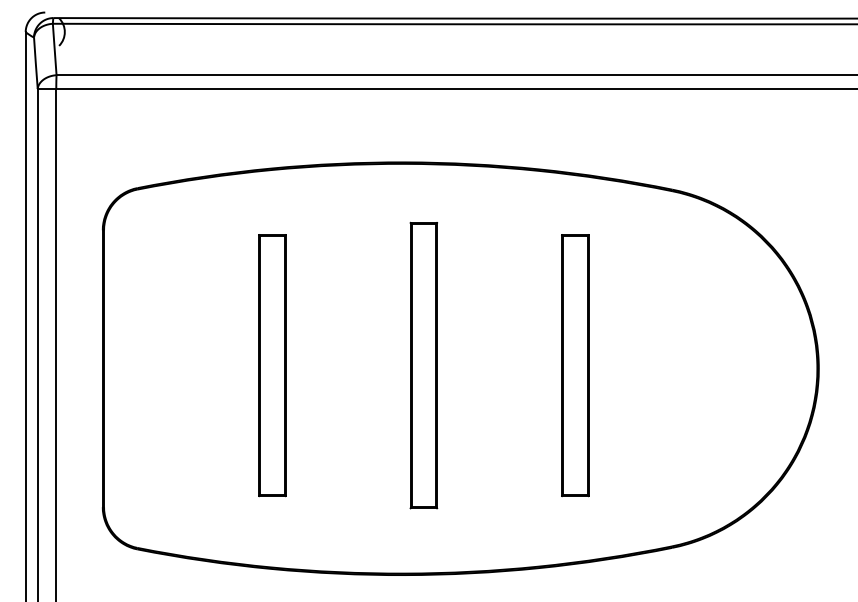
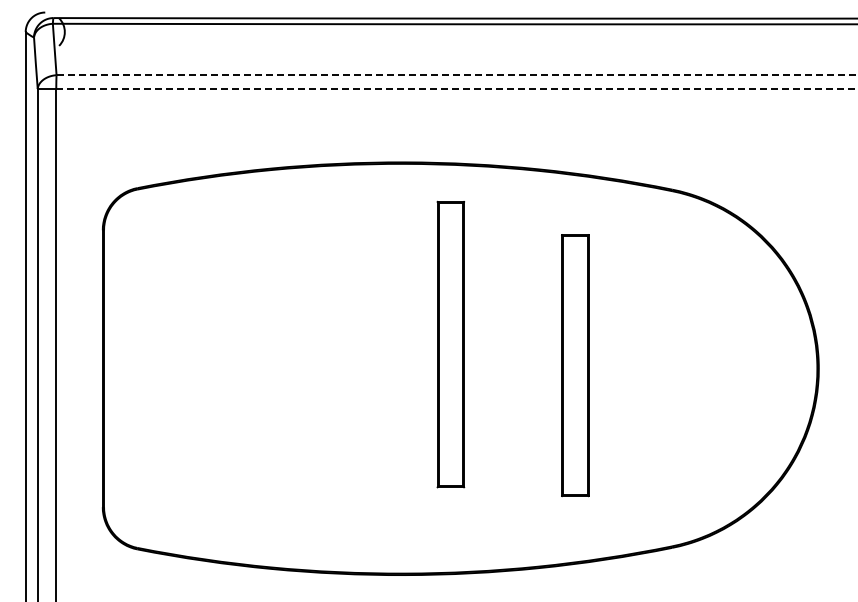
line at (457, 75): solid -> dashed
line at (457, 89): solid -> dashed
part at (272, 365): present -> none
part at (423, 365) position: (423, 365) -> (450, 344)
